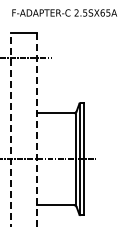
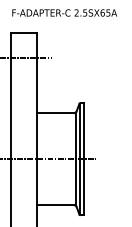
line at (11, 129): dashed -> solid
line at (37, 129): dashed -> solid
